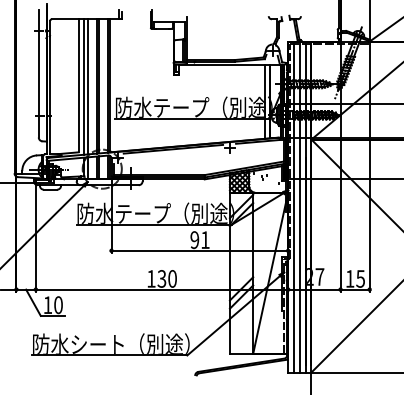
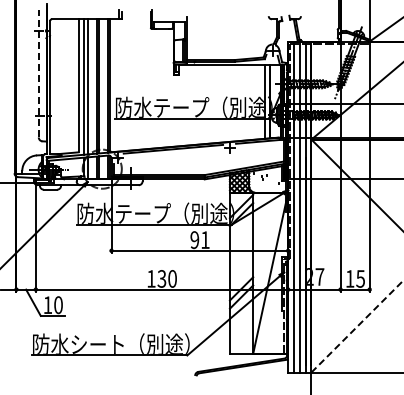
line at (38, 73): solid -> dashed
line at (358, 325): solid -> dashed
